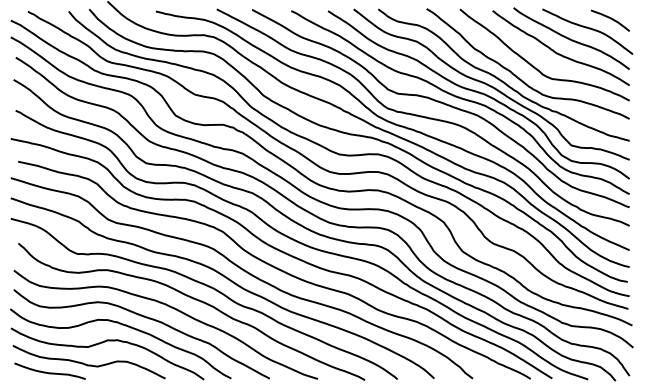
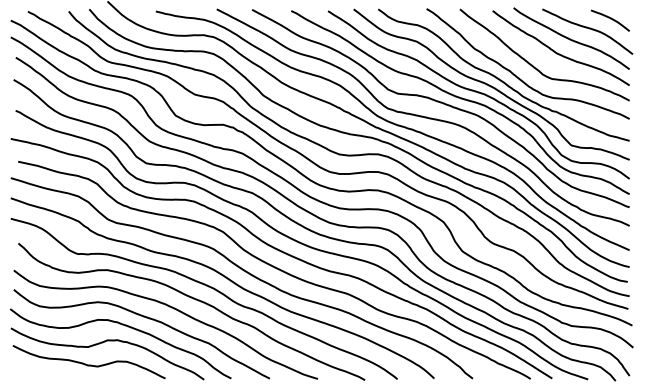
curve at (49, 372): present -> none
